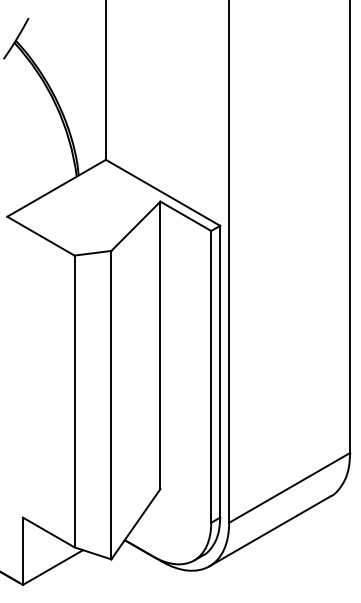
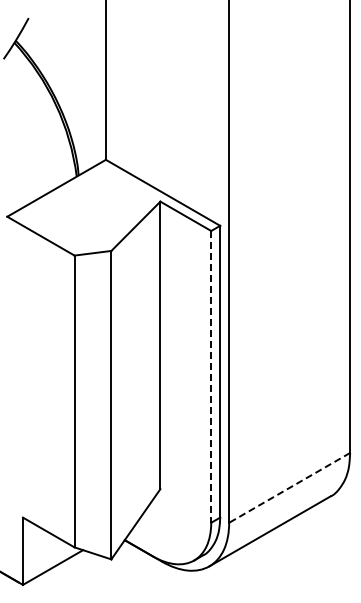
line at (211, 376): solid -> dashed
line at (289, 487): solid -> dashed
